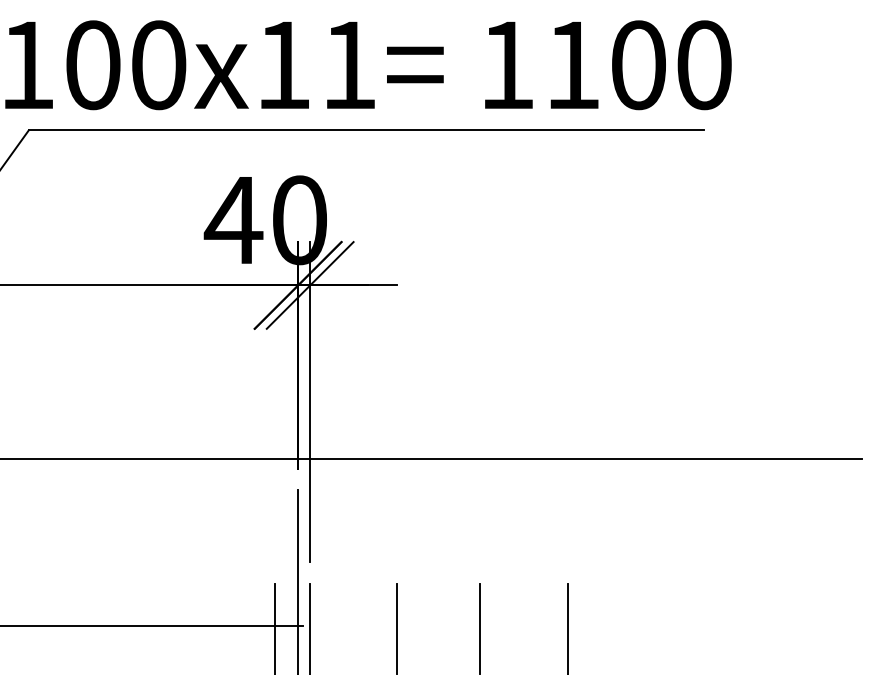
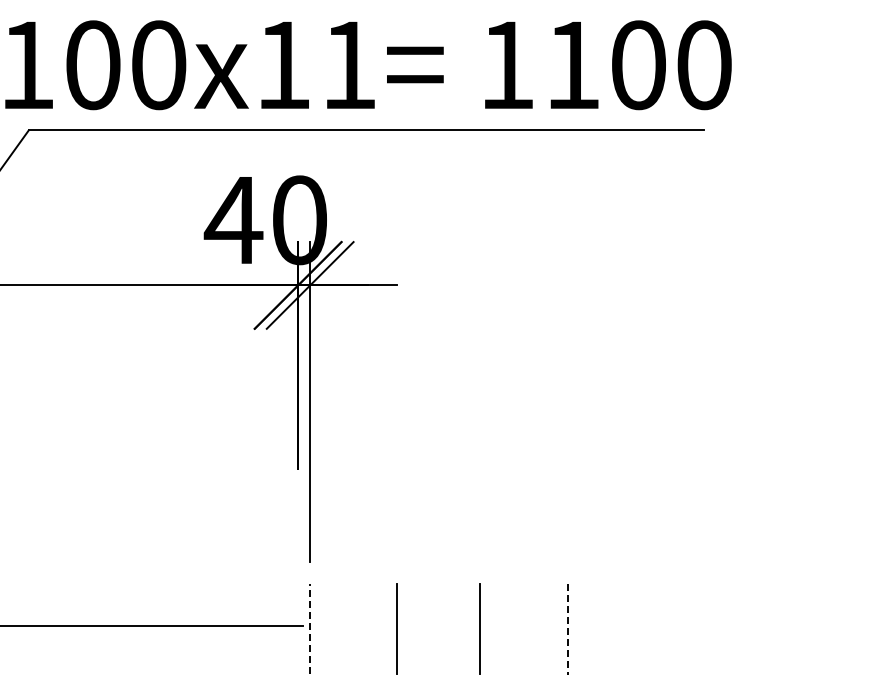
line at (432, 459): present -> none
line at (298, 580): present -> none
line at (275, 627): present -> none
line at (310, 629): solid -> dashed
line at (567, 629): solid -> dashed
